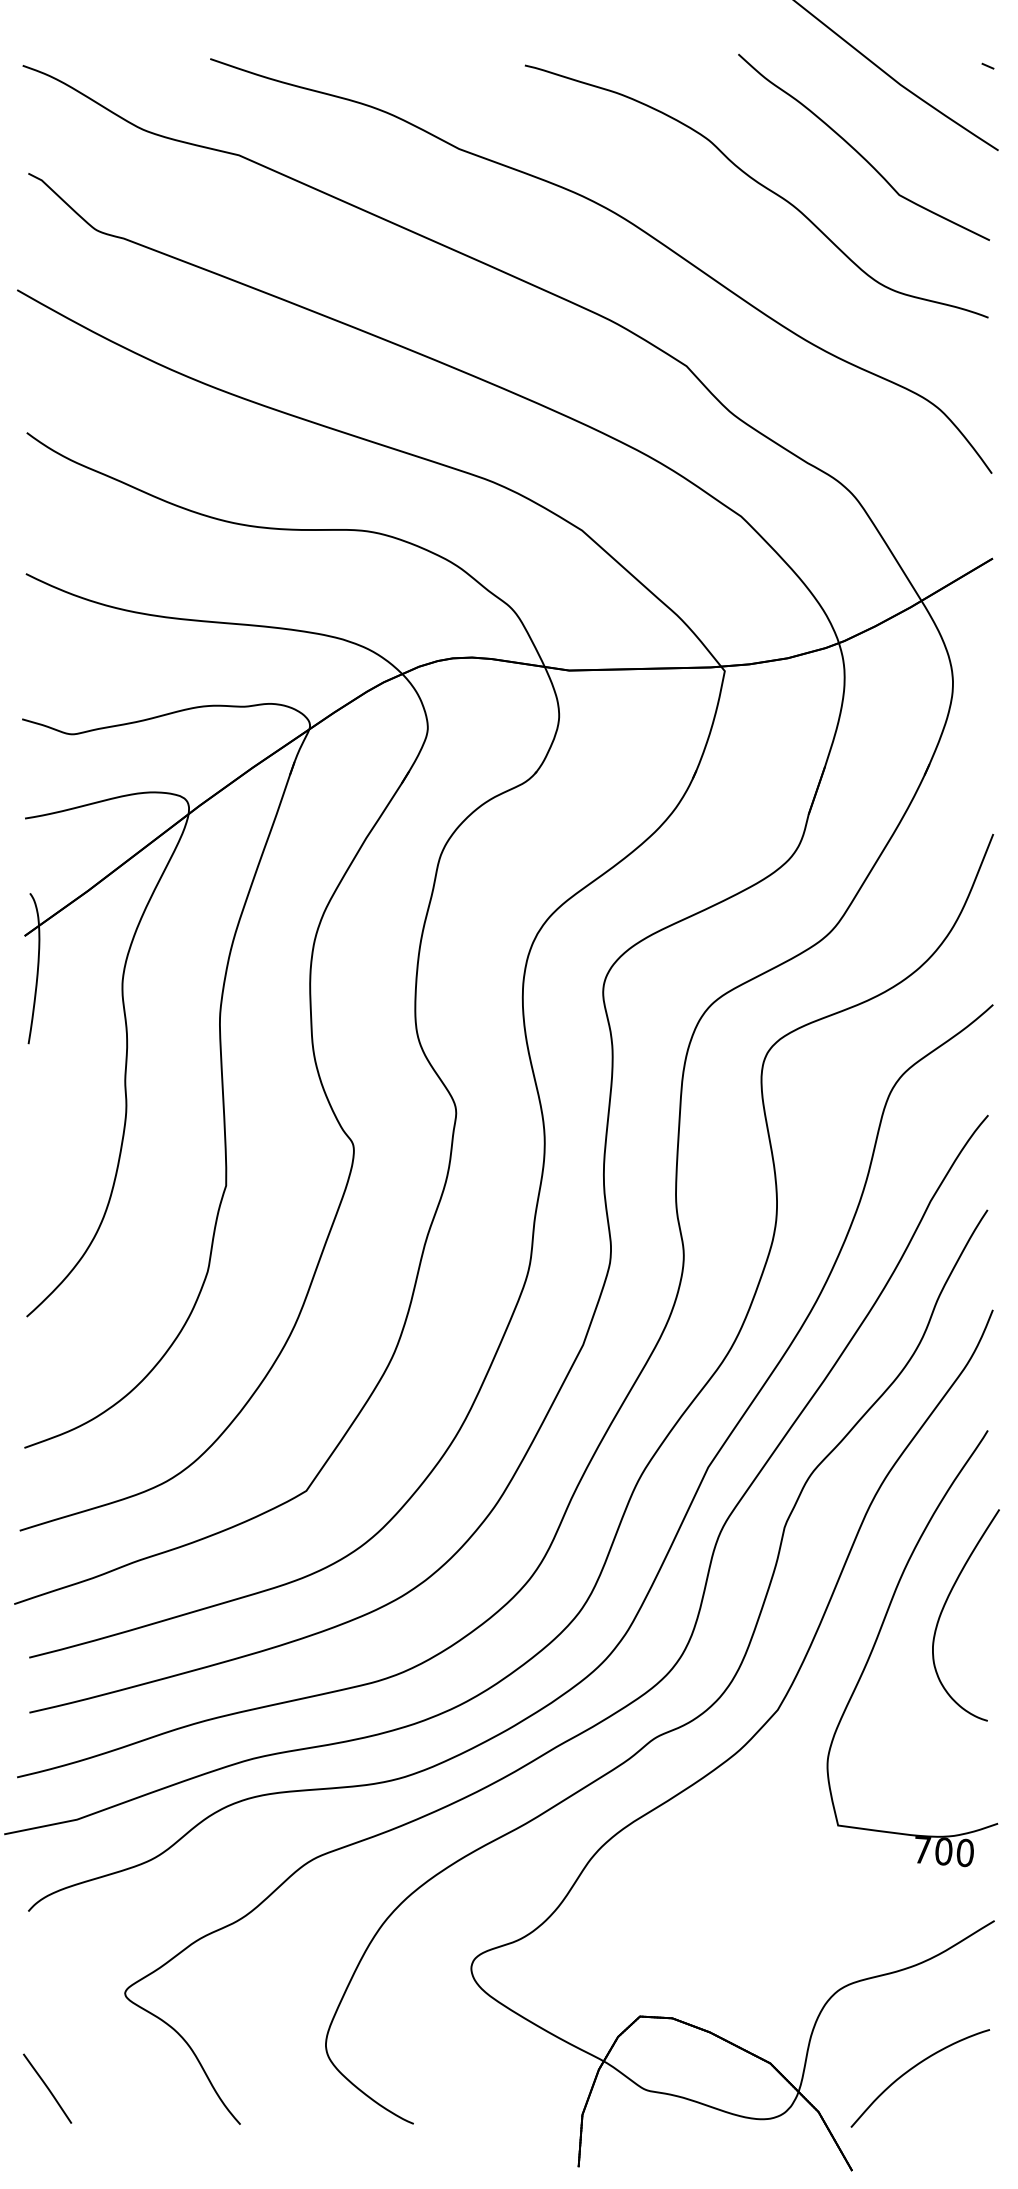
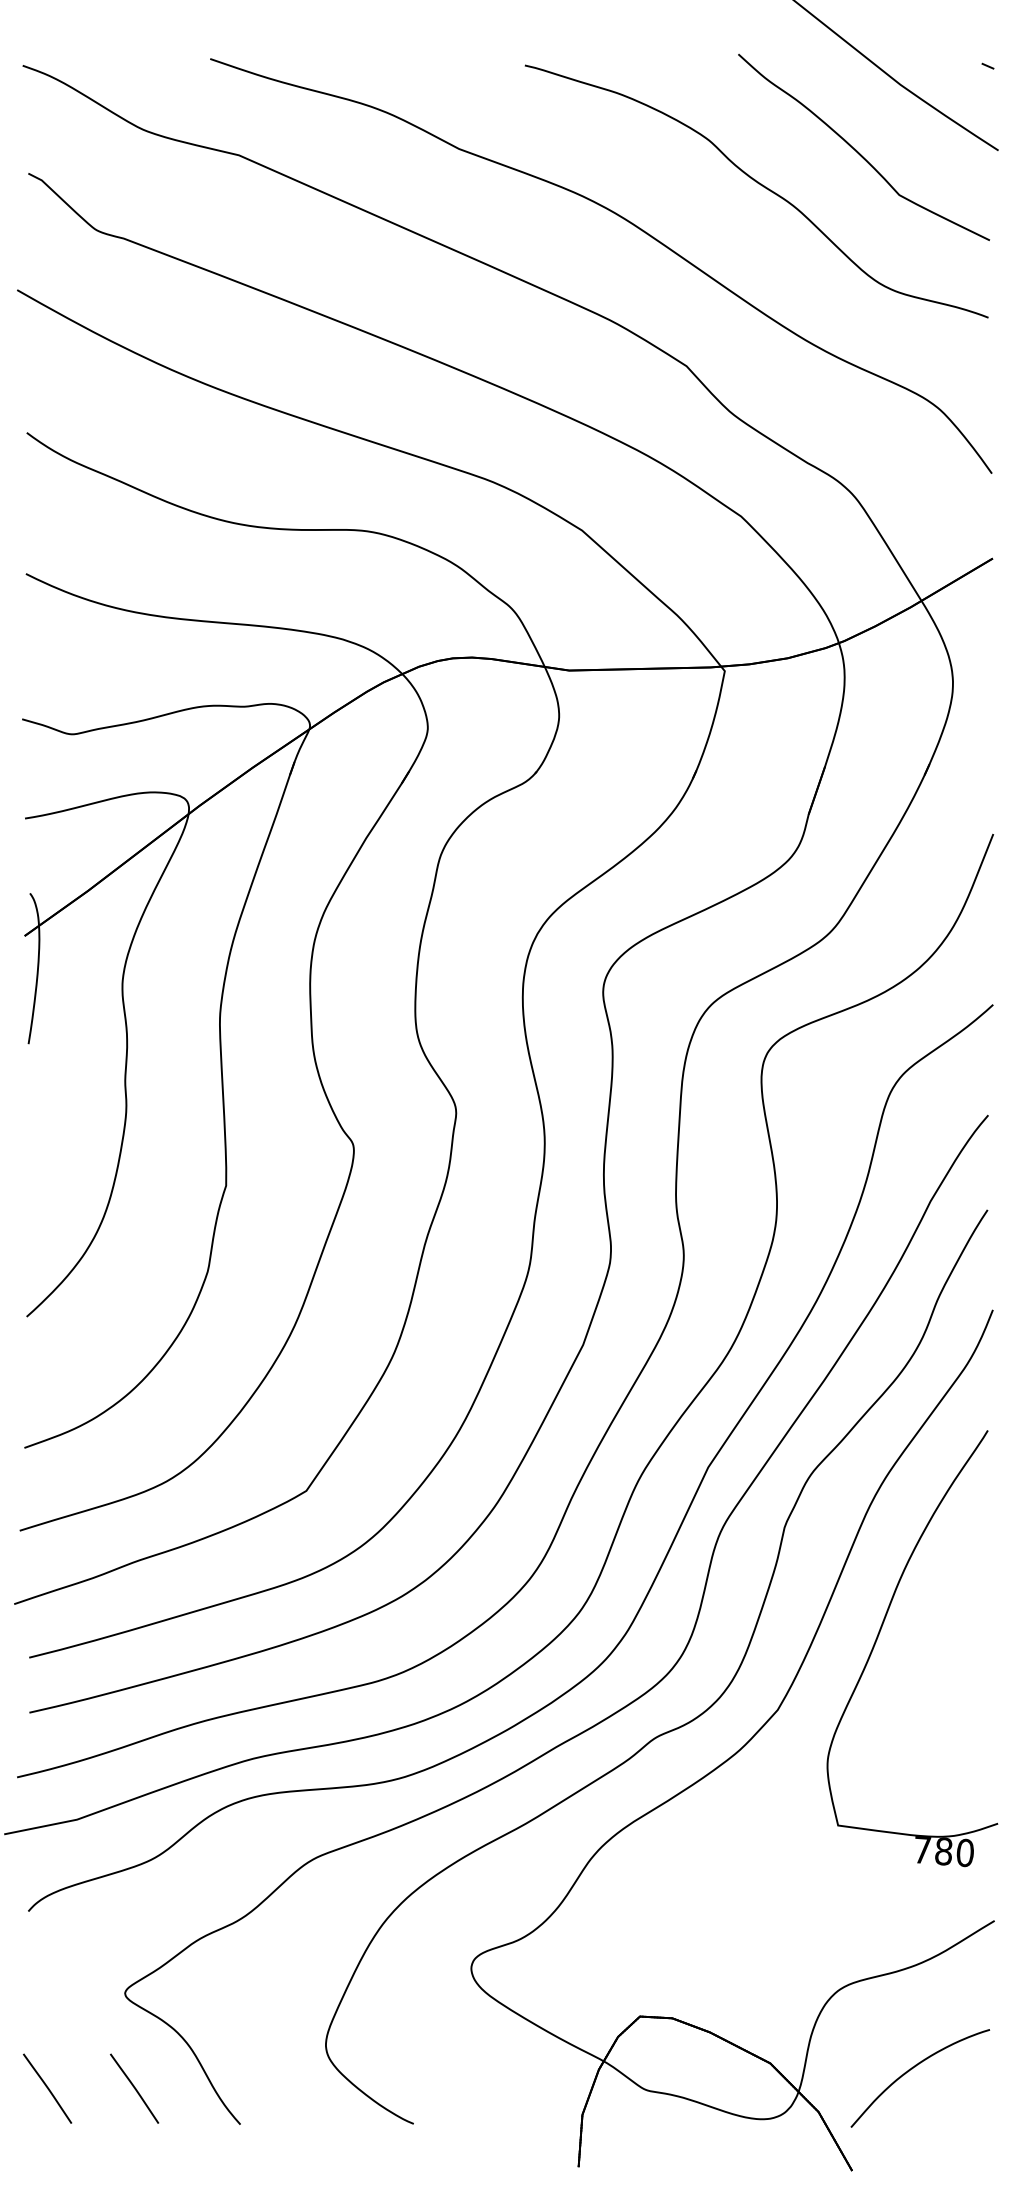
curve at (945, 1605): present -> none
text at (943, 1851): 700 -> 780
line at (134, 2088): none -> present
